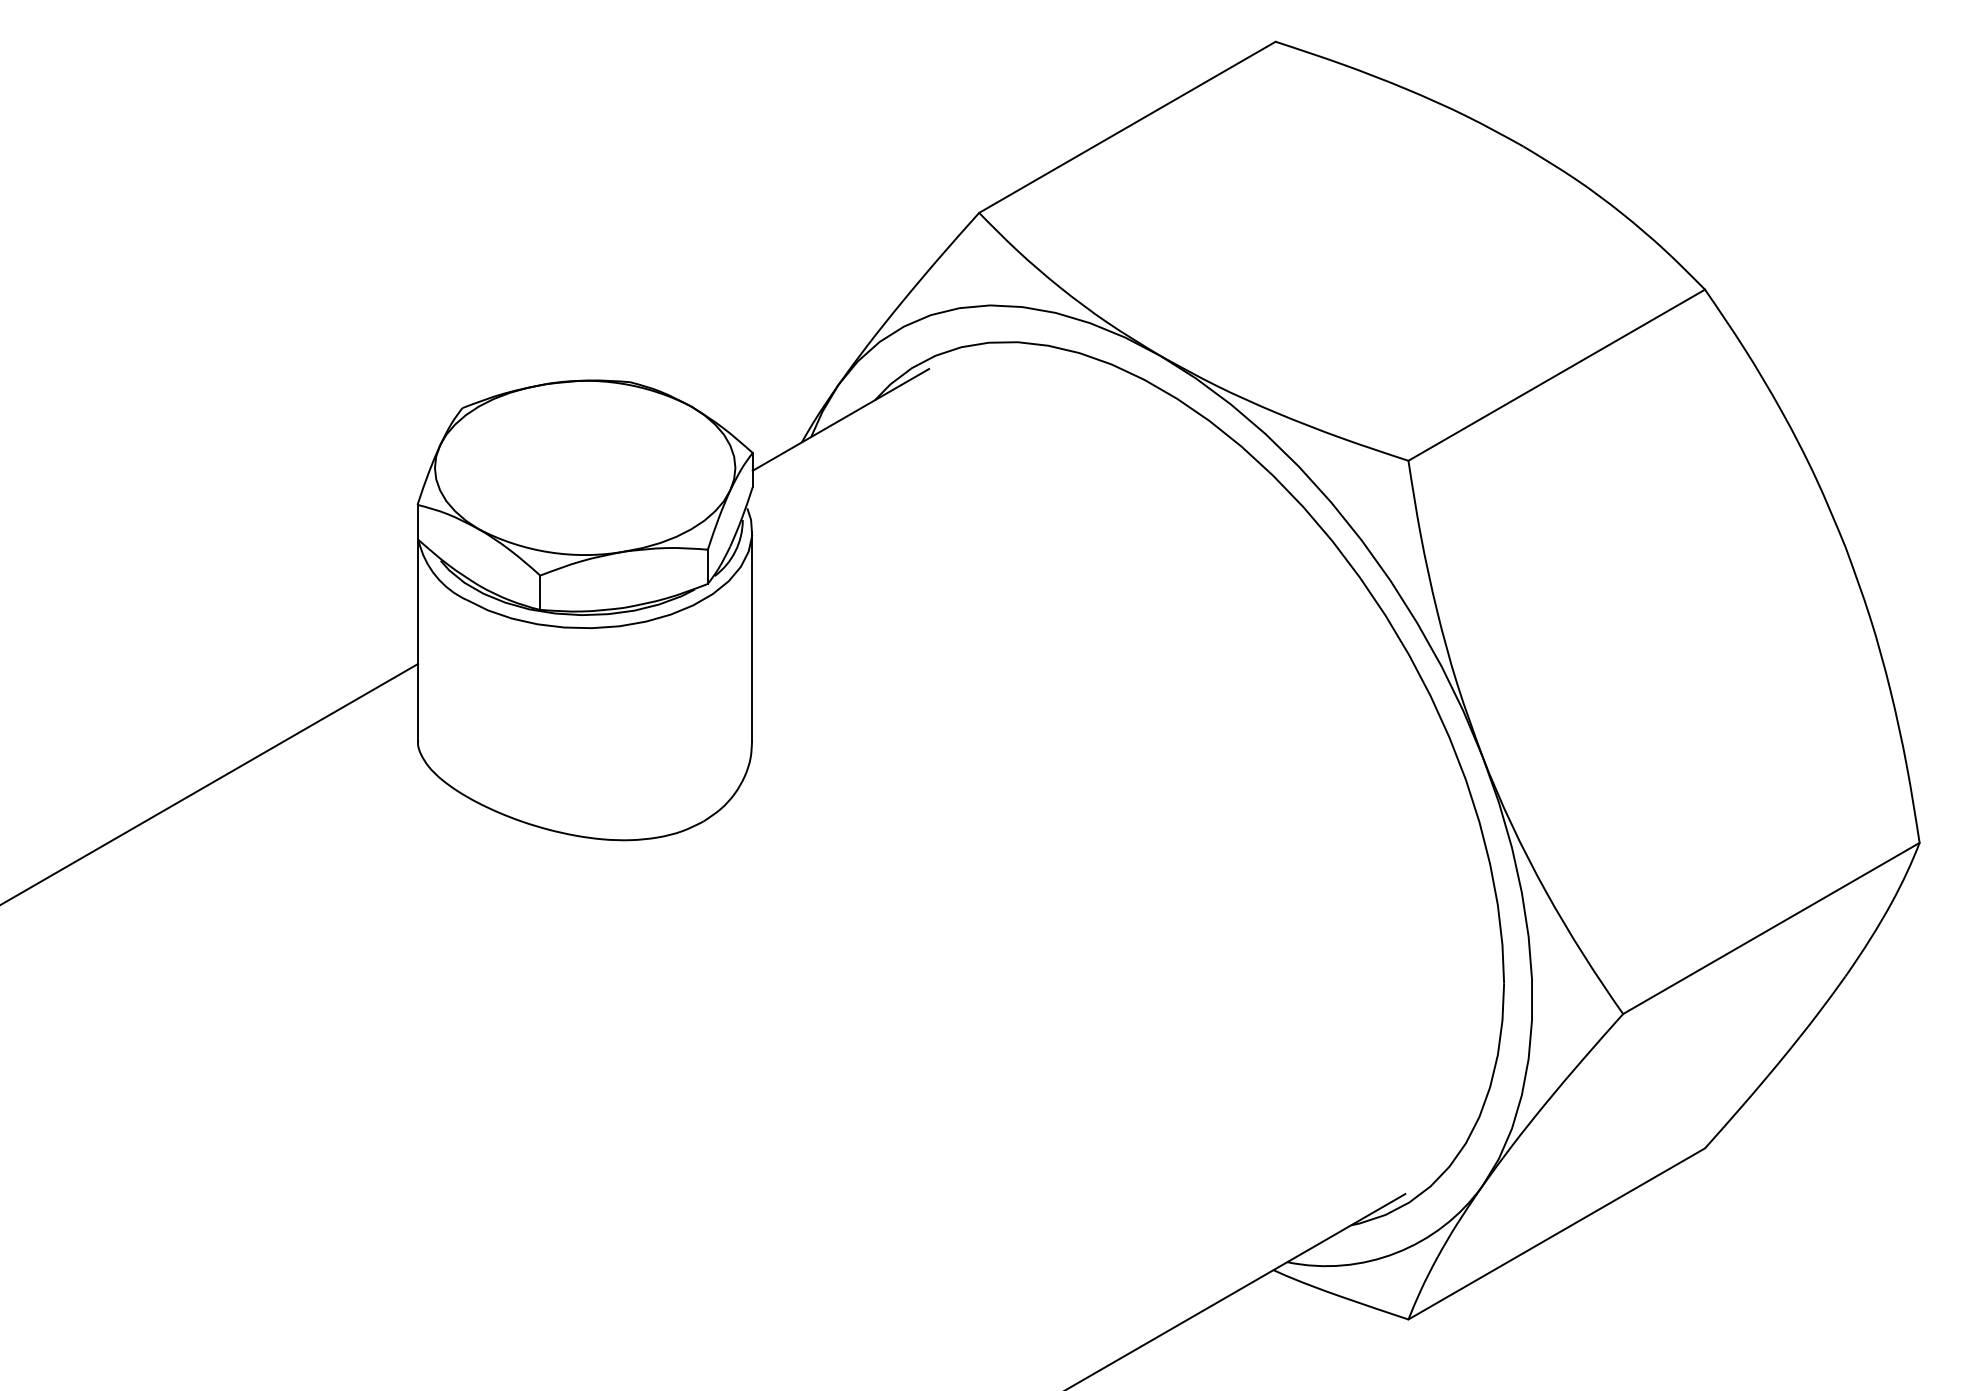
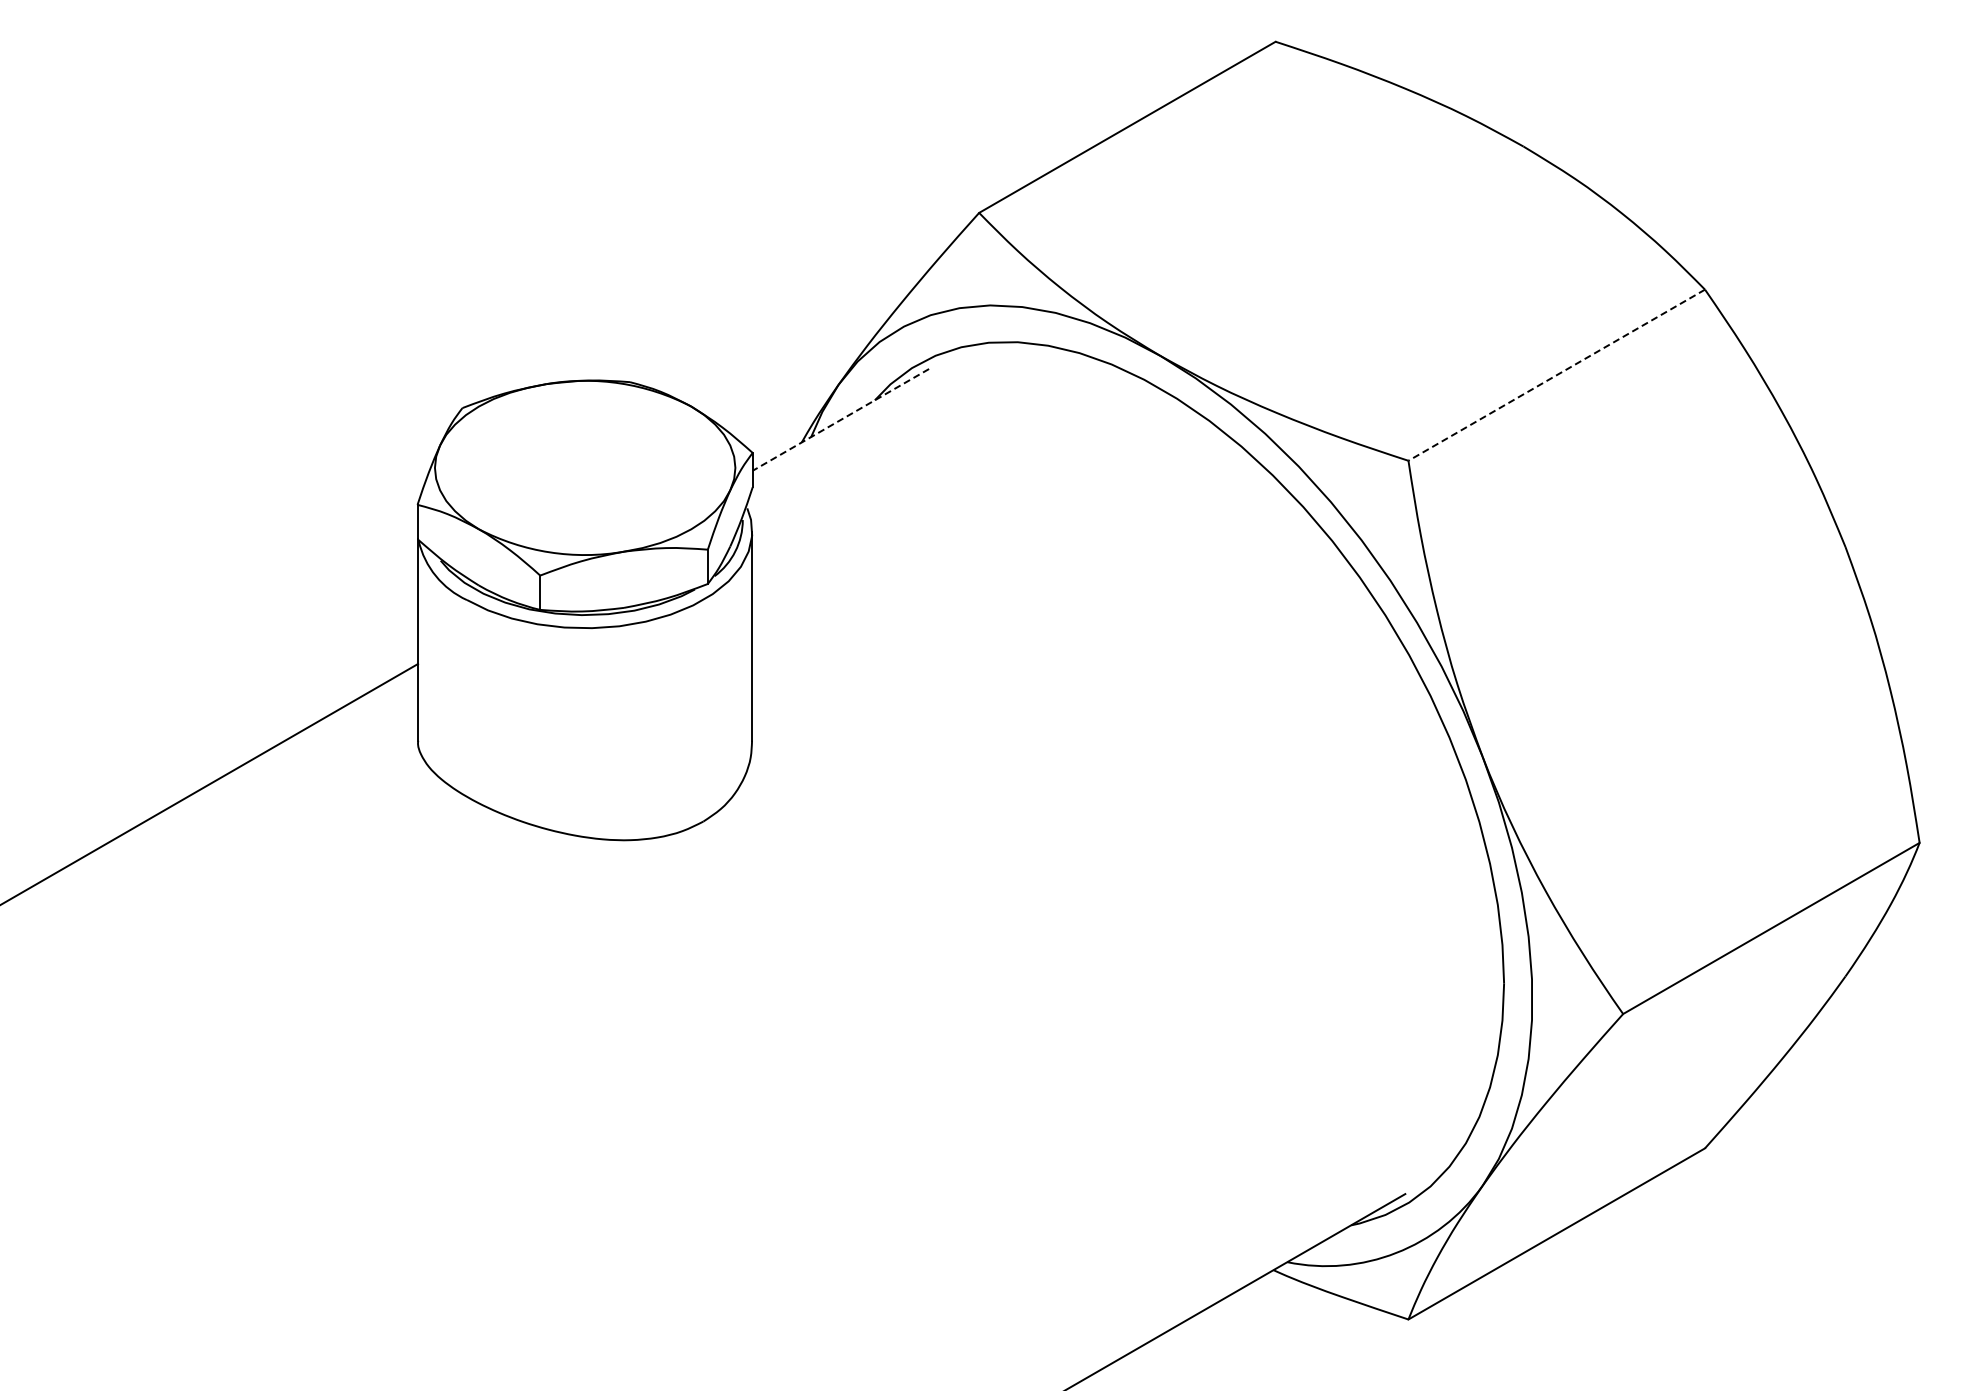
line at (1556, 375): solid -> dashed
line at (840, 419): solid -> dashed
